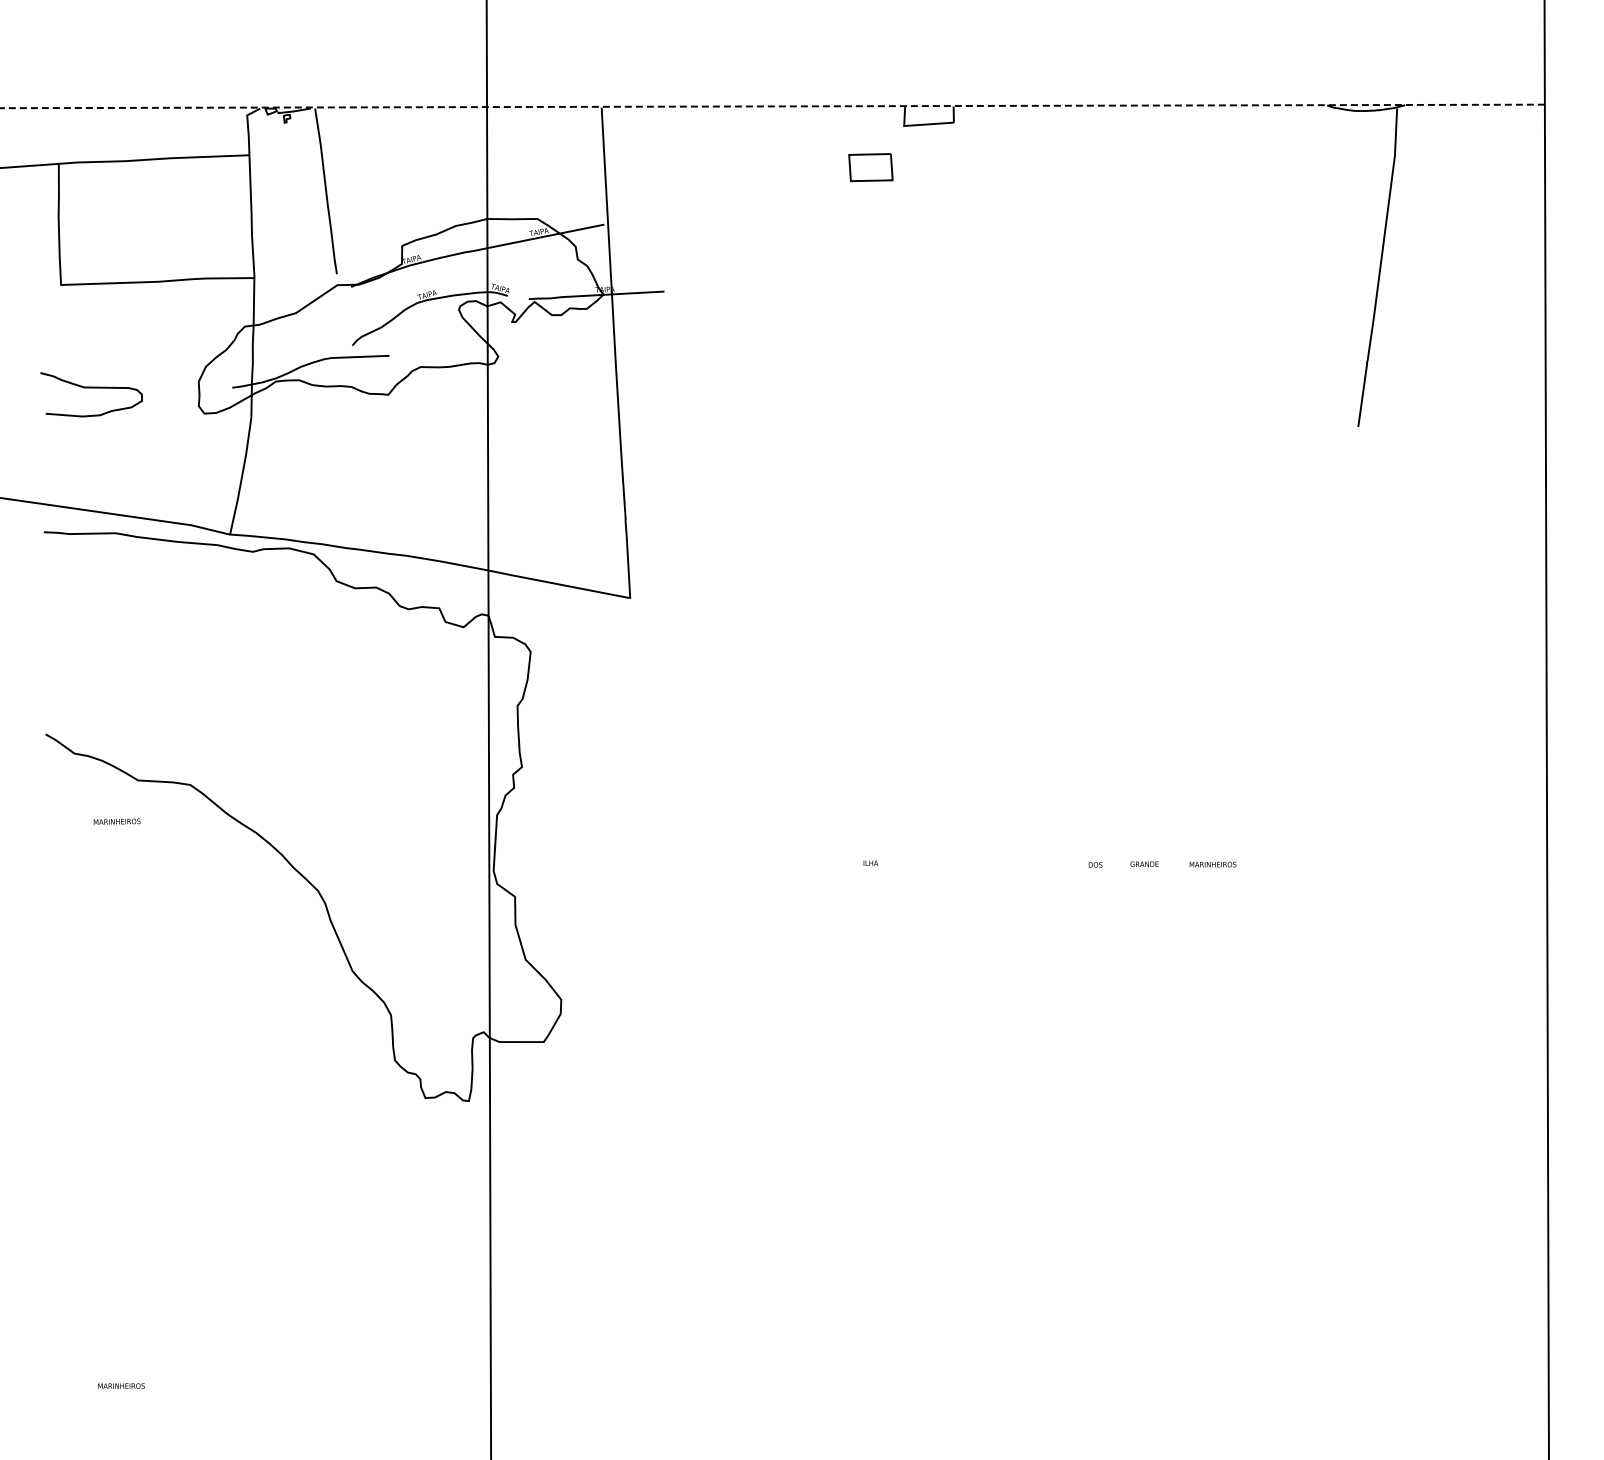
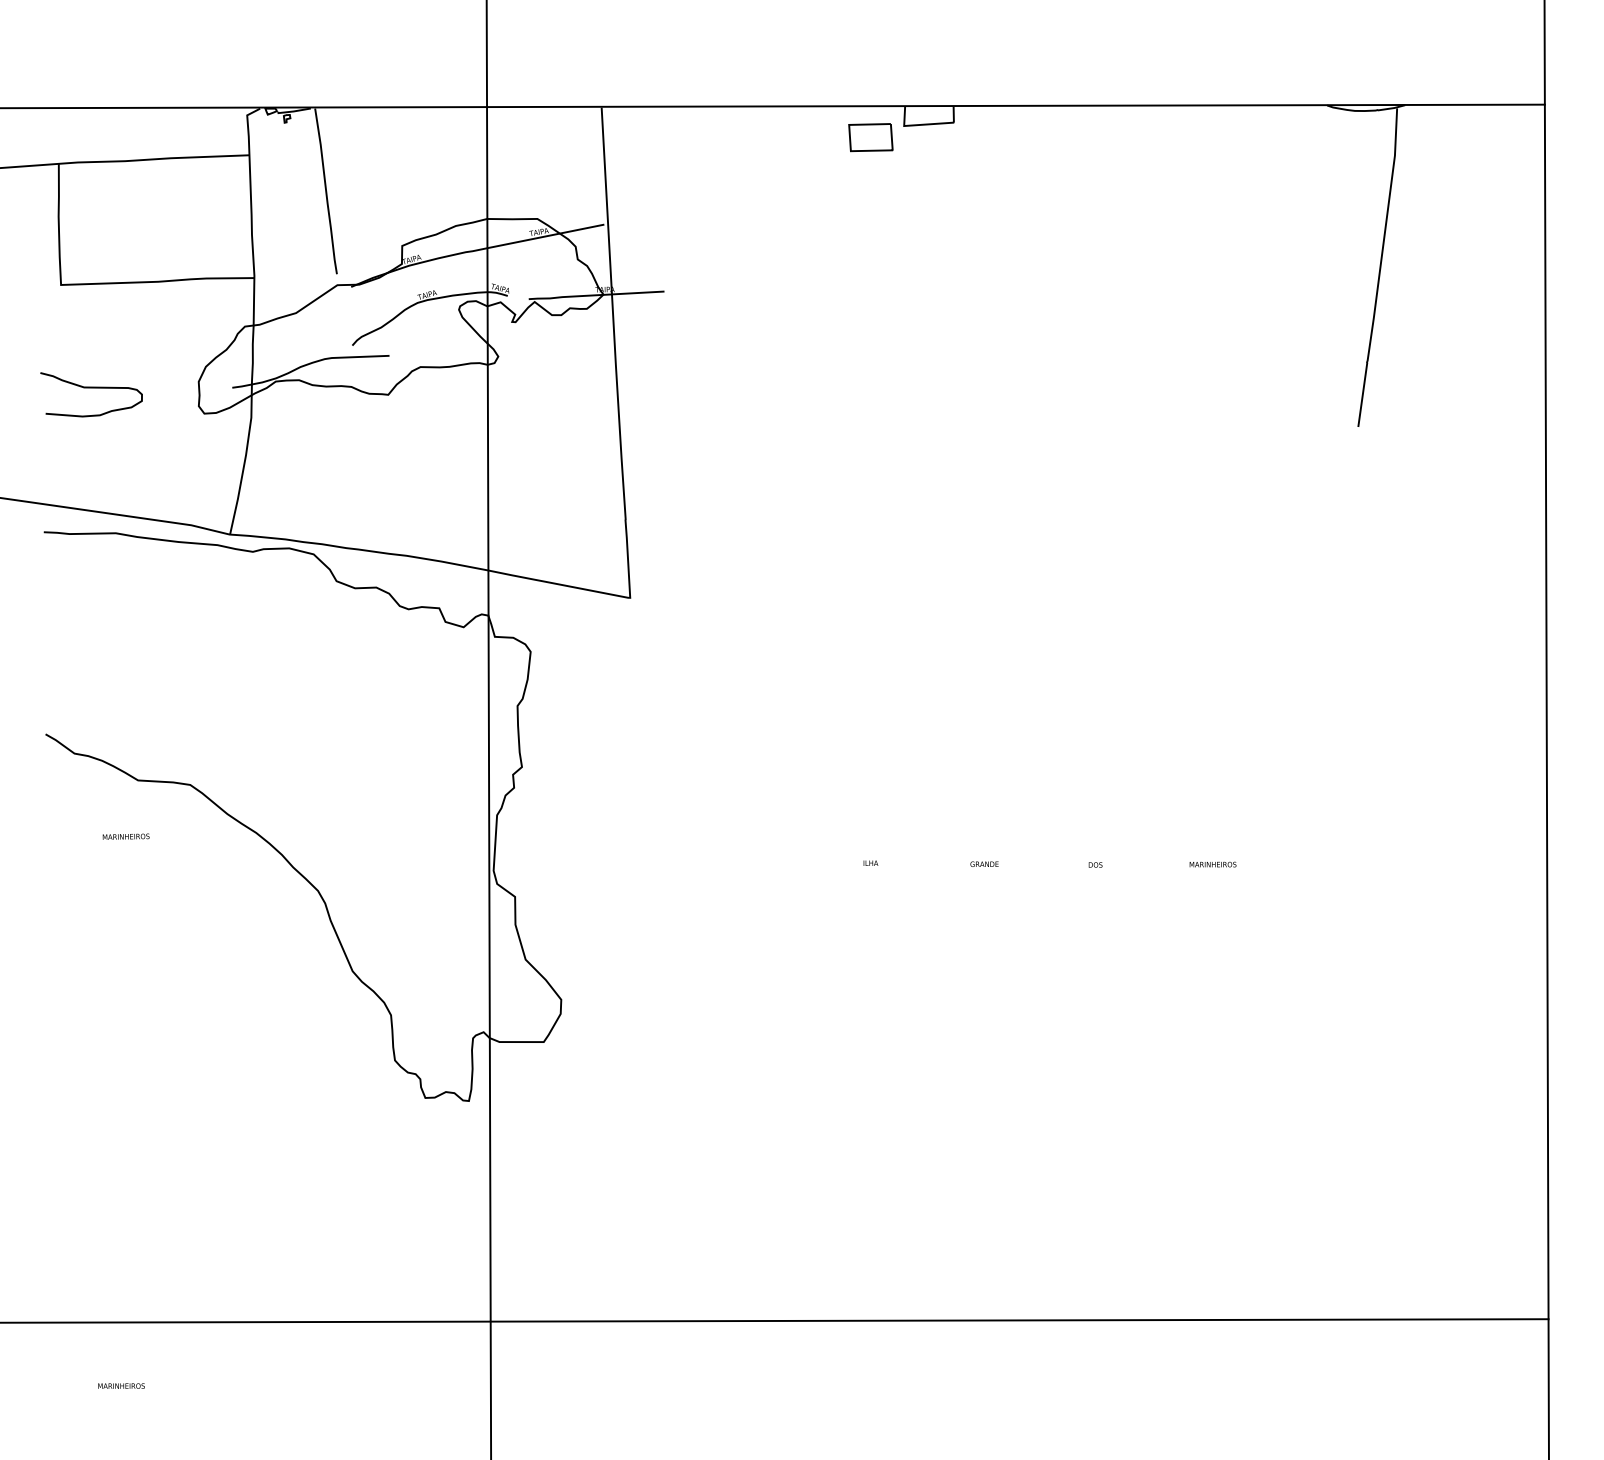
line at (771, 106): dashed -> solid
part at (870, 167) position: (870, 167) -> (870, 137)
text at (116, 821) position: (116, 821) -> (125, 836)
text at (1144, 863) position: (1144, 863) -> (984, 863)
line at (775, 1320): none -> present
